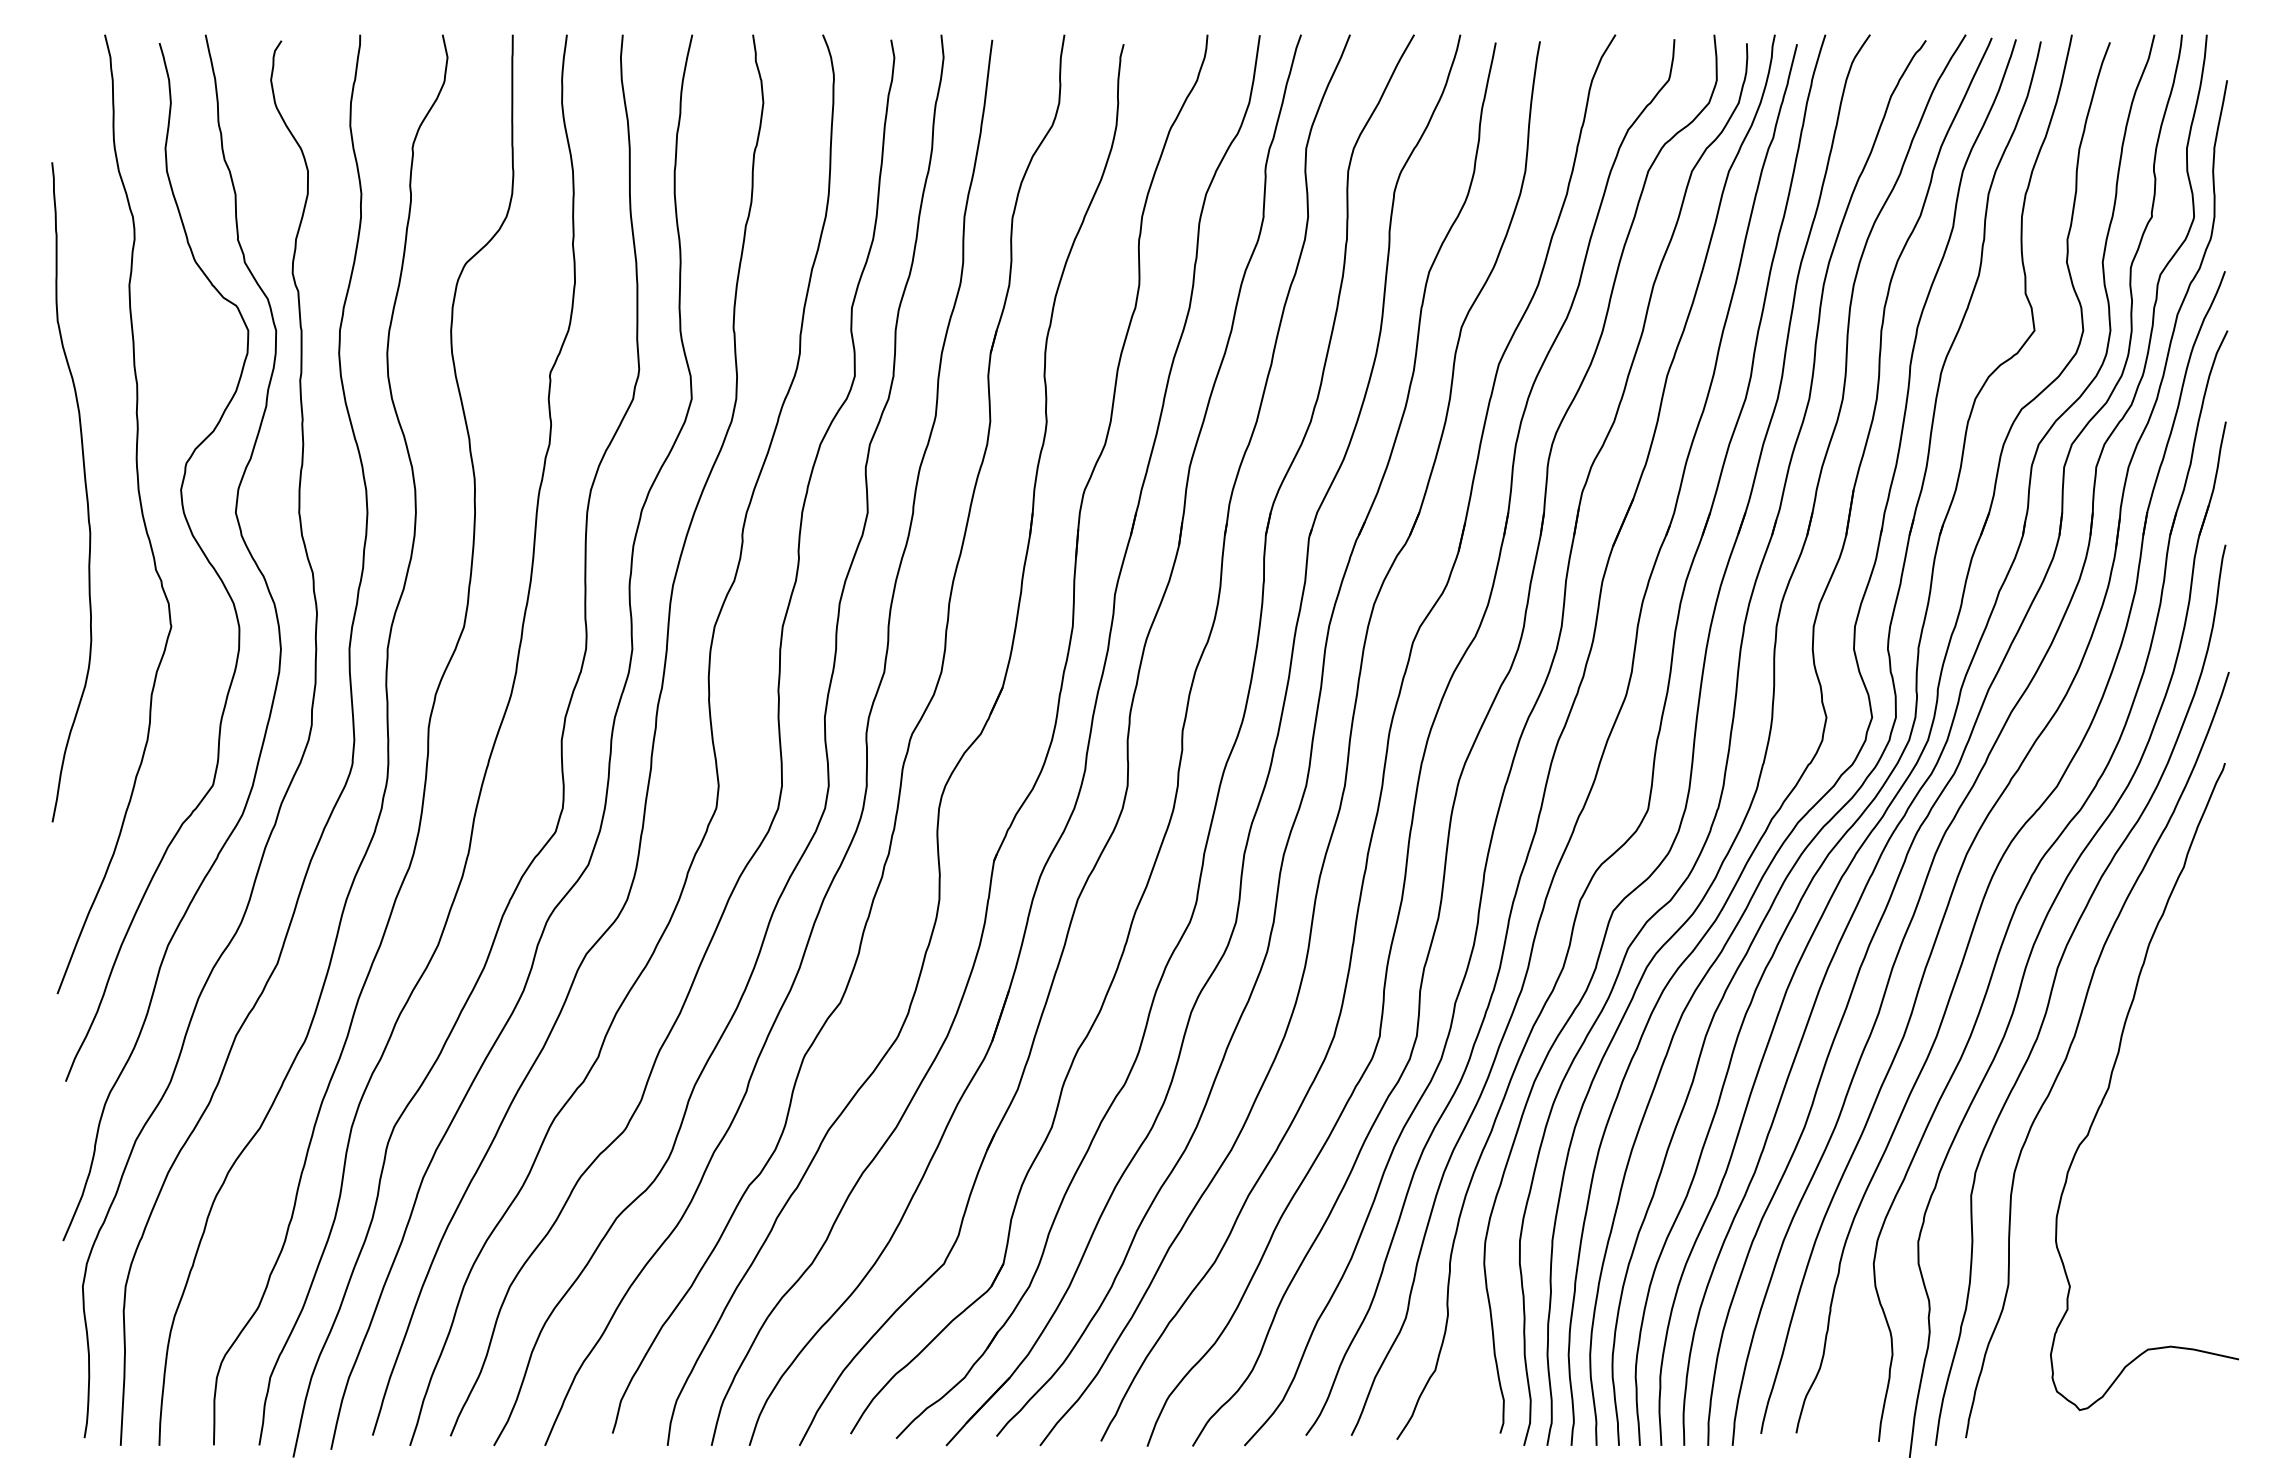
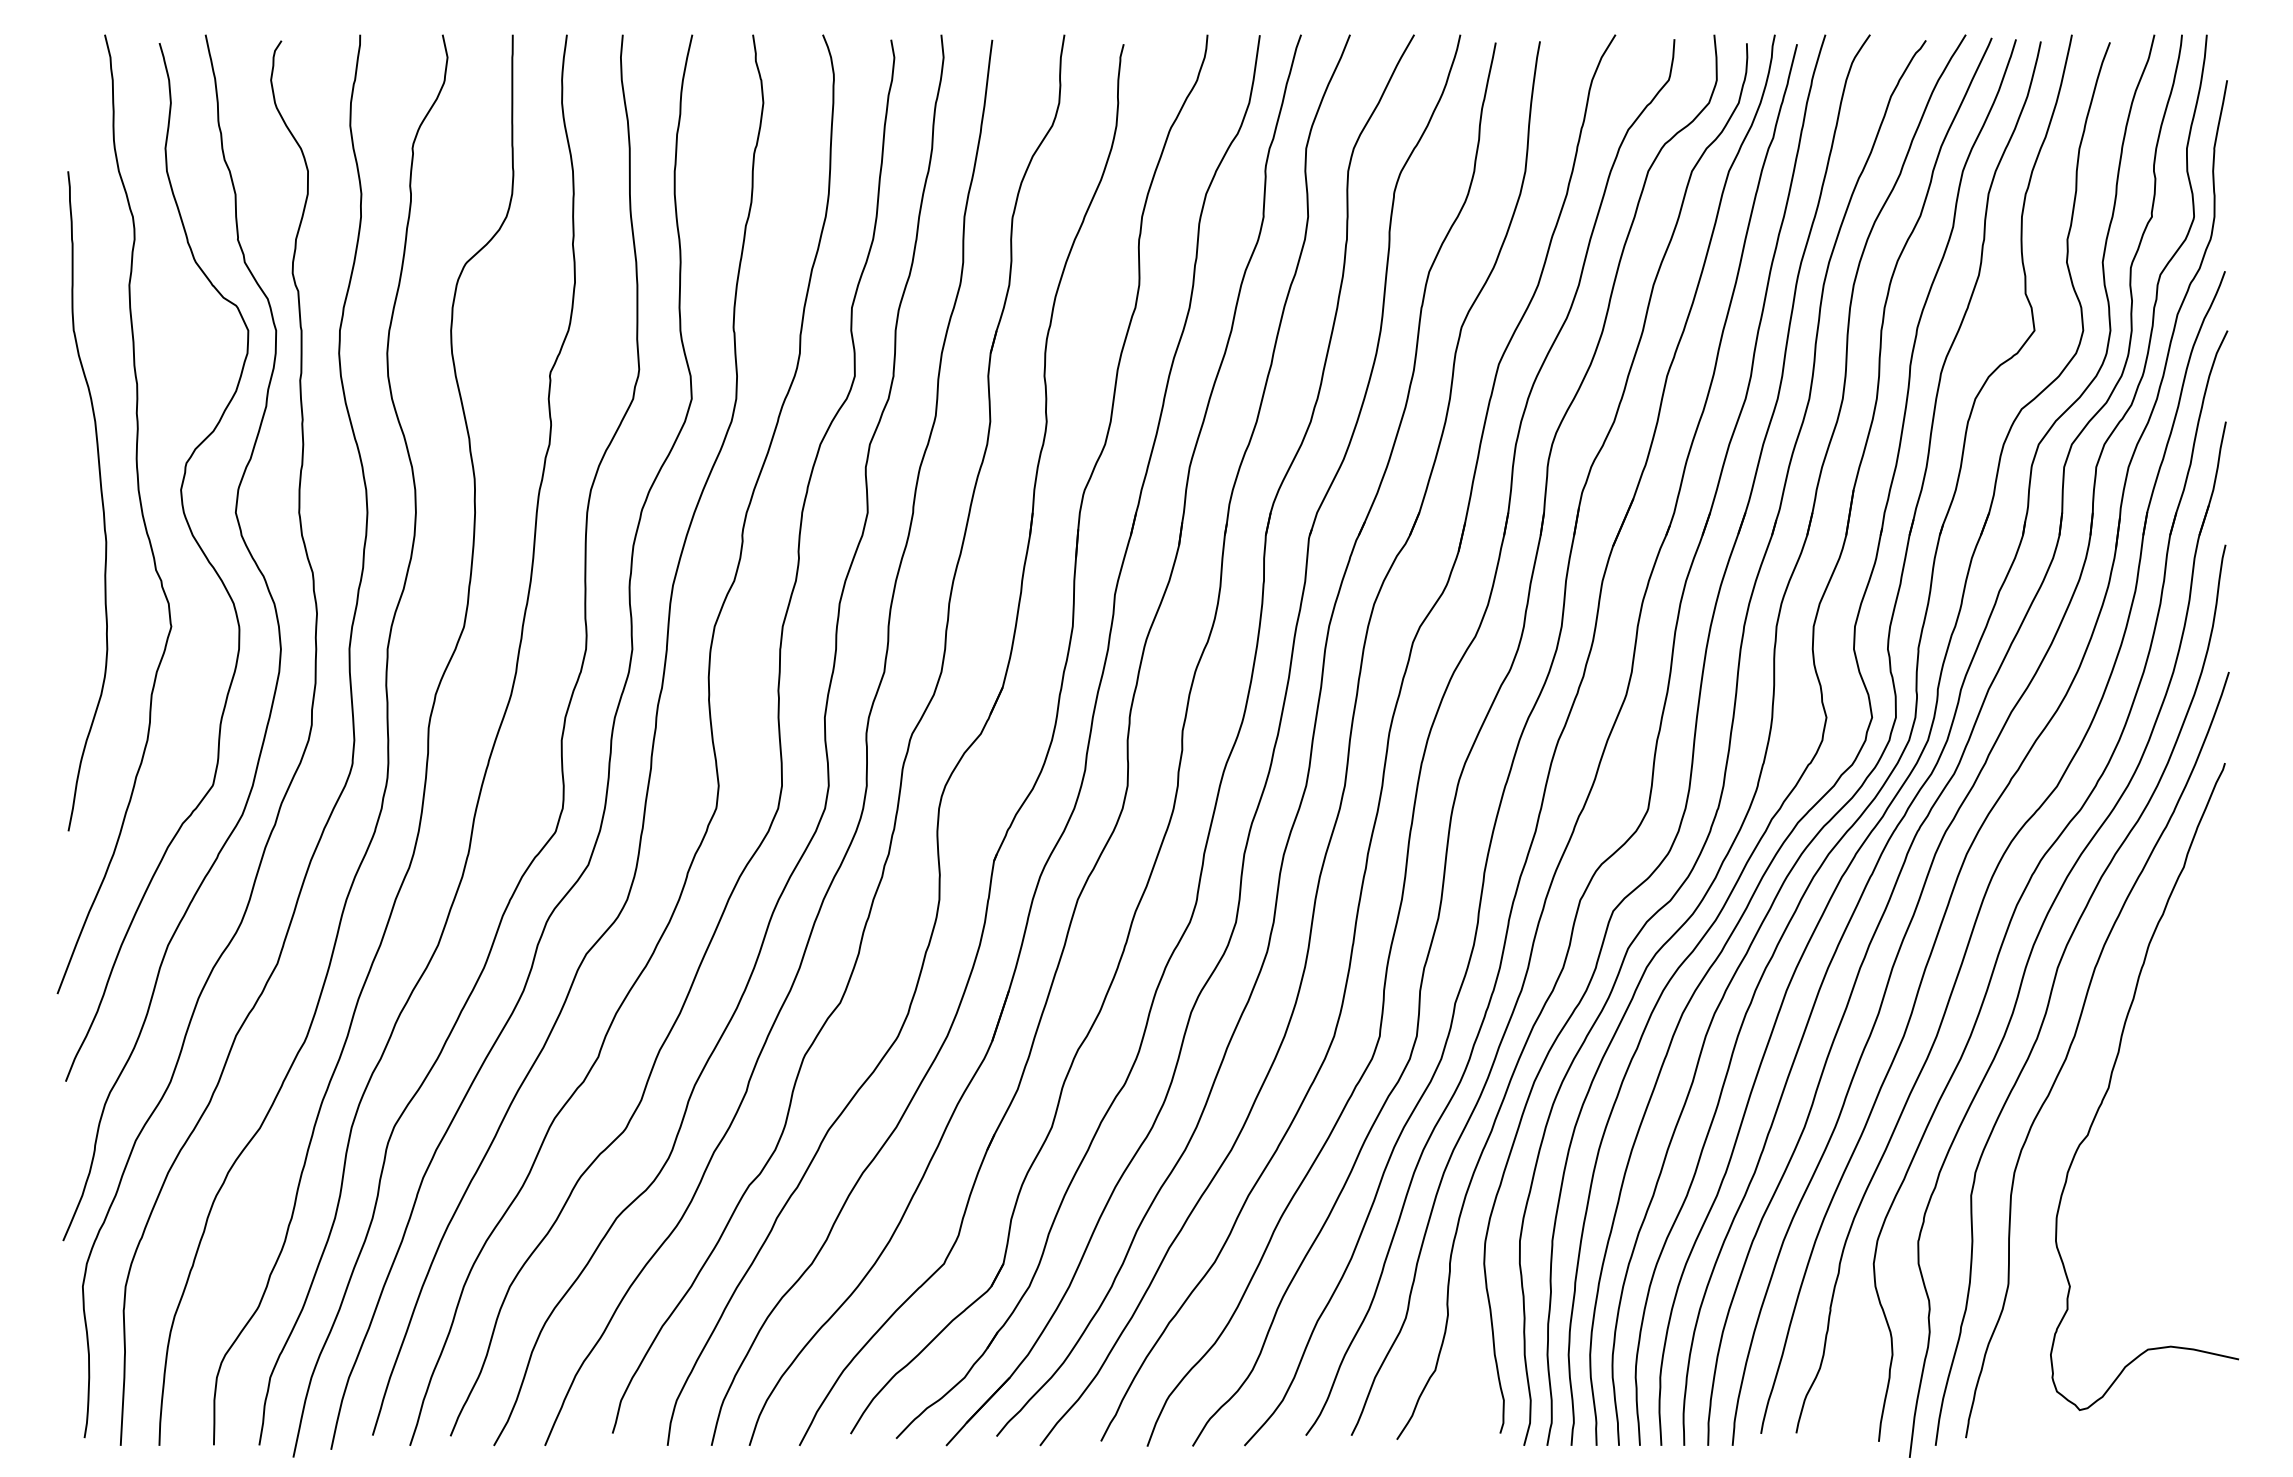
curve at (85, 492) position: (85, 492) -> (101, 501)
